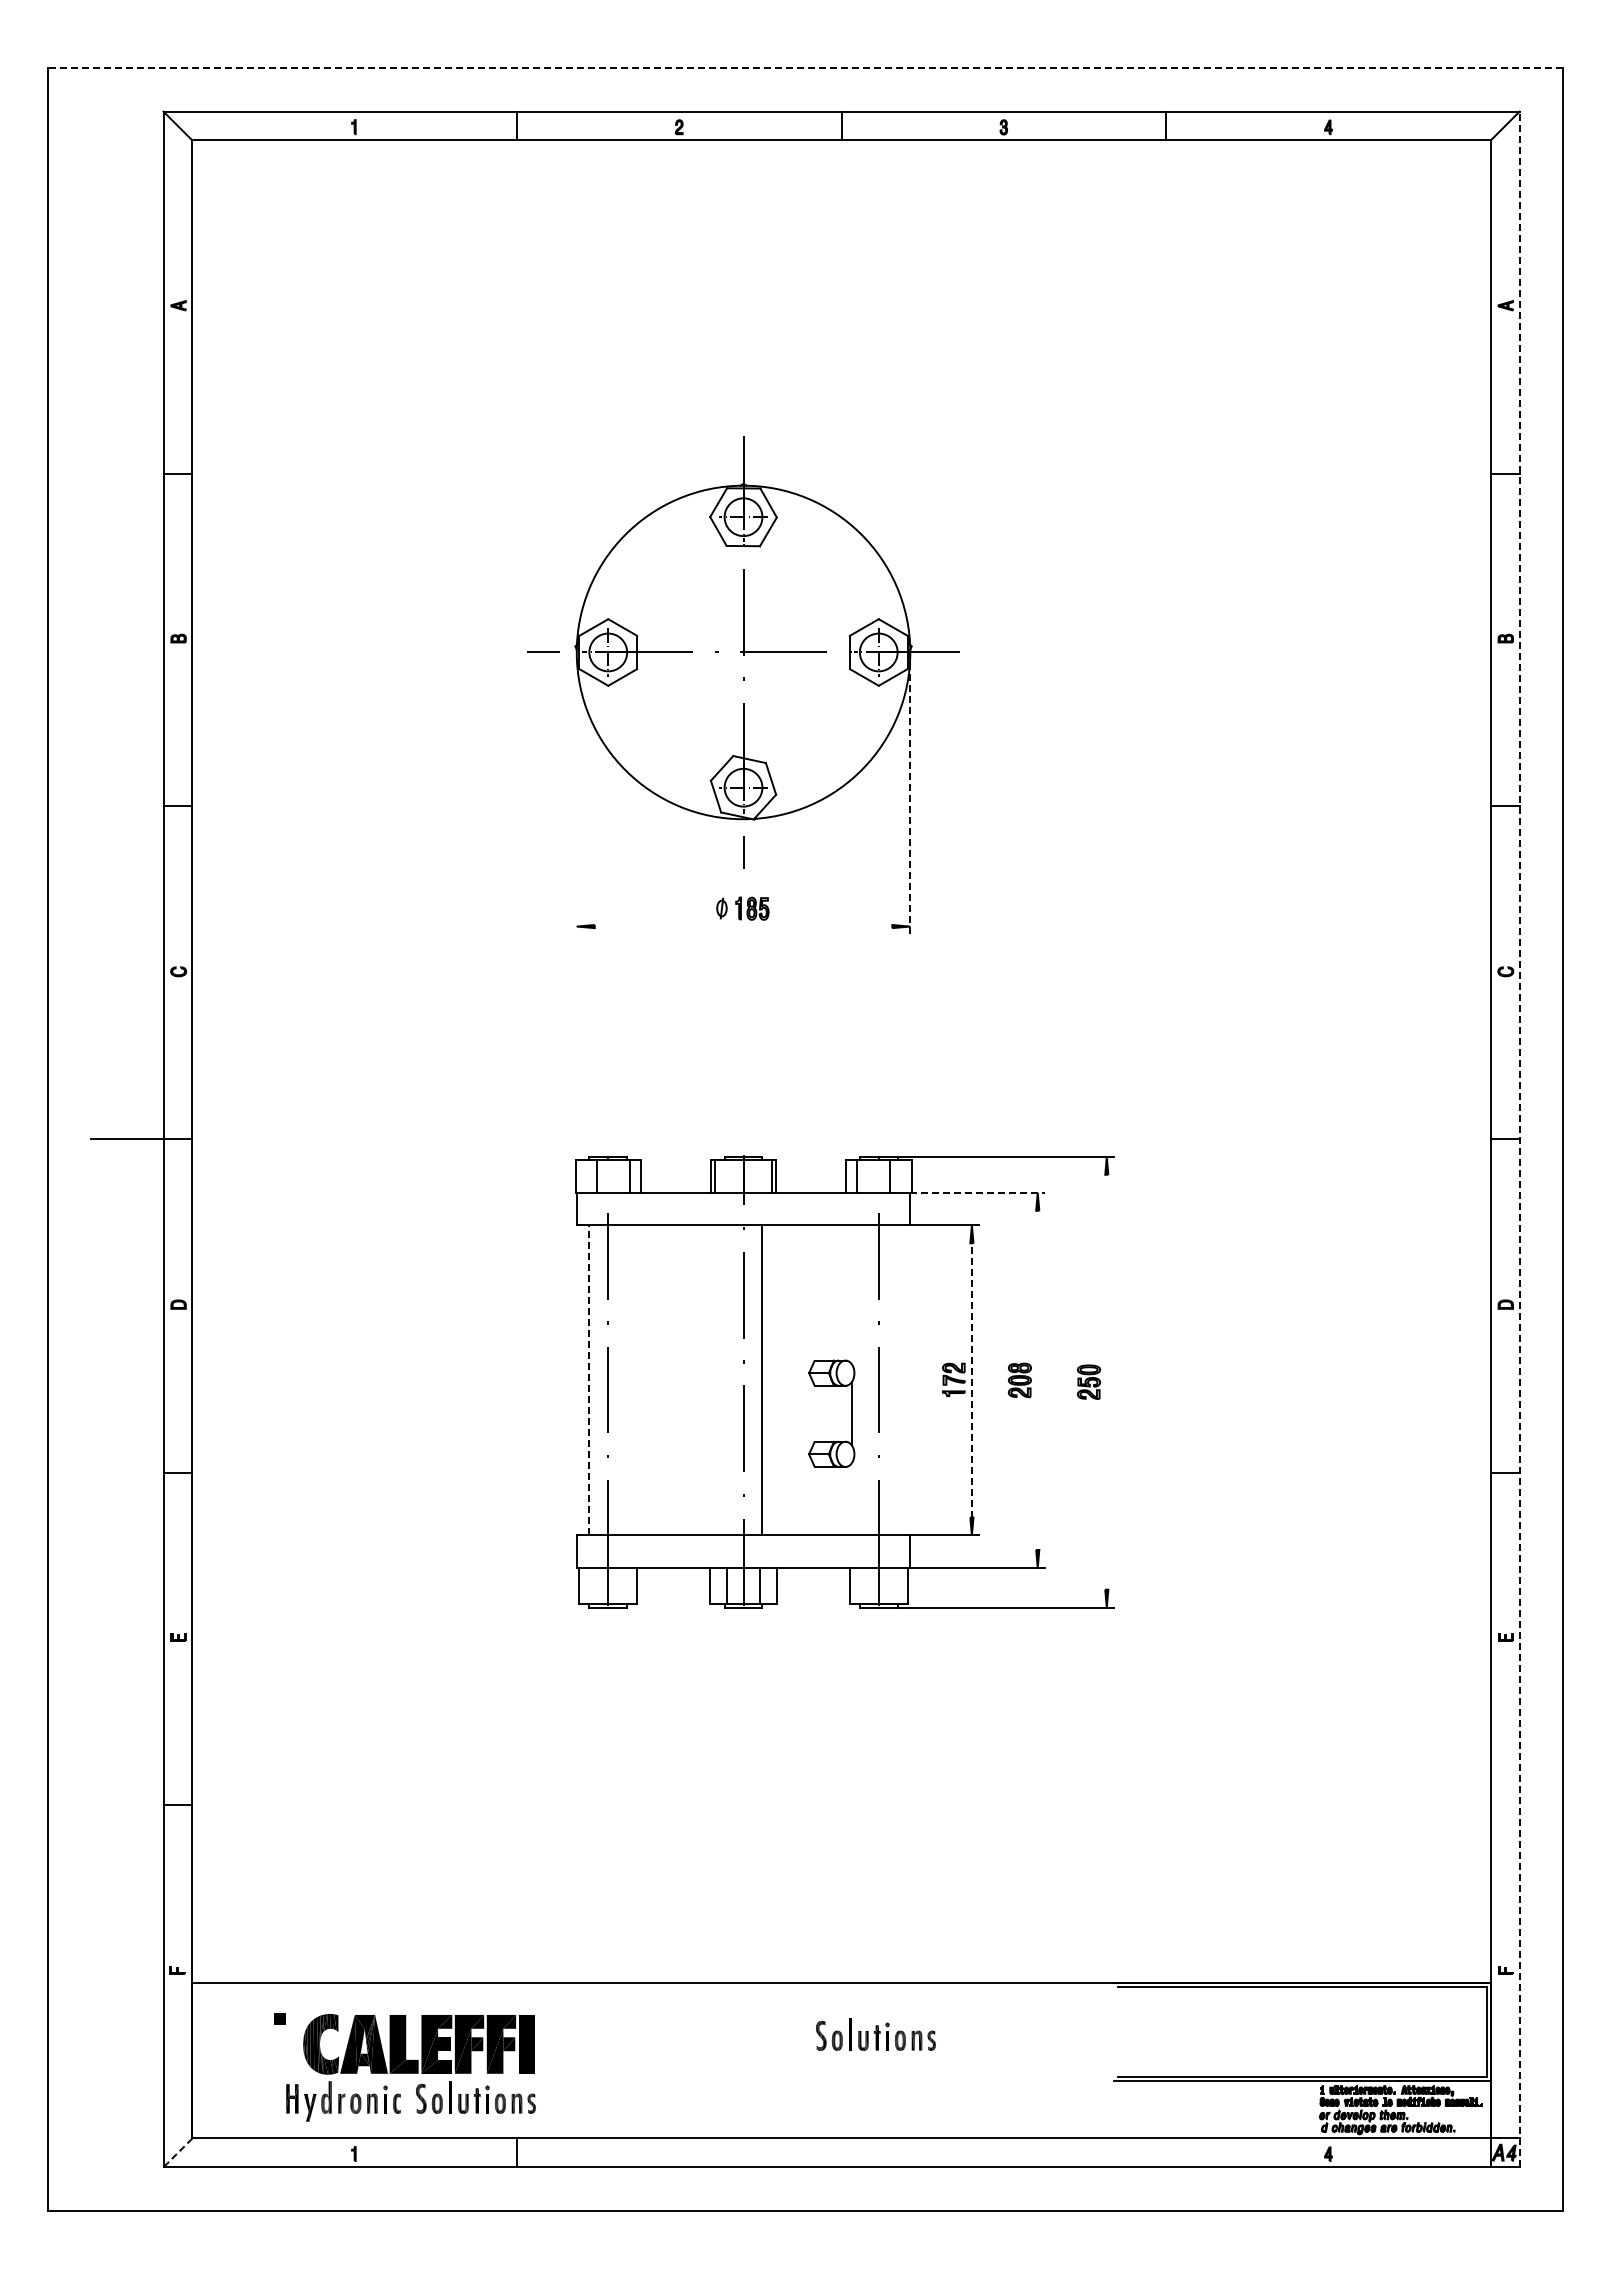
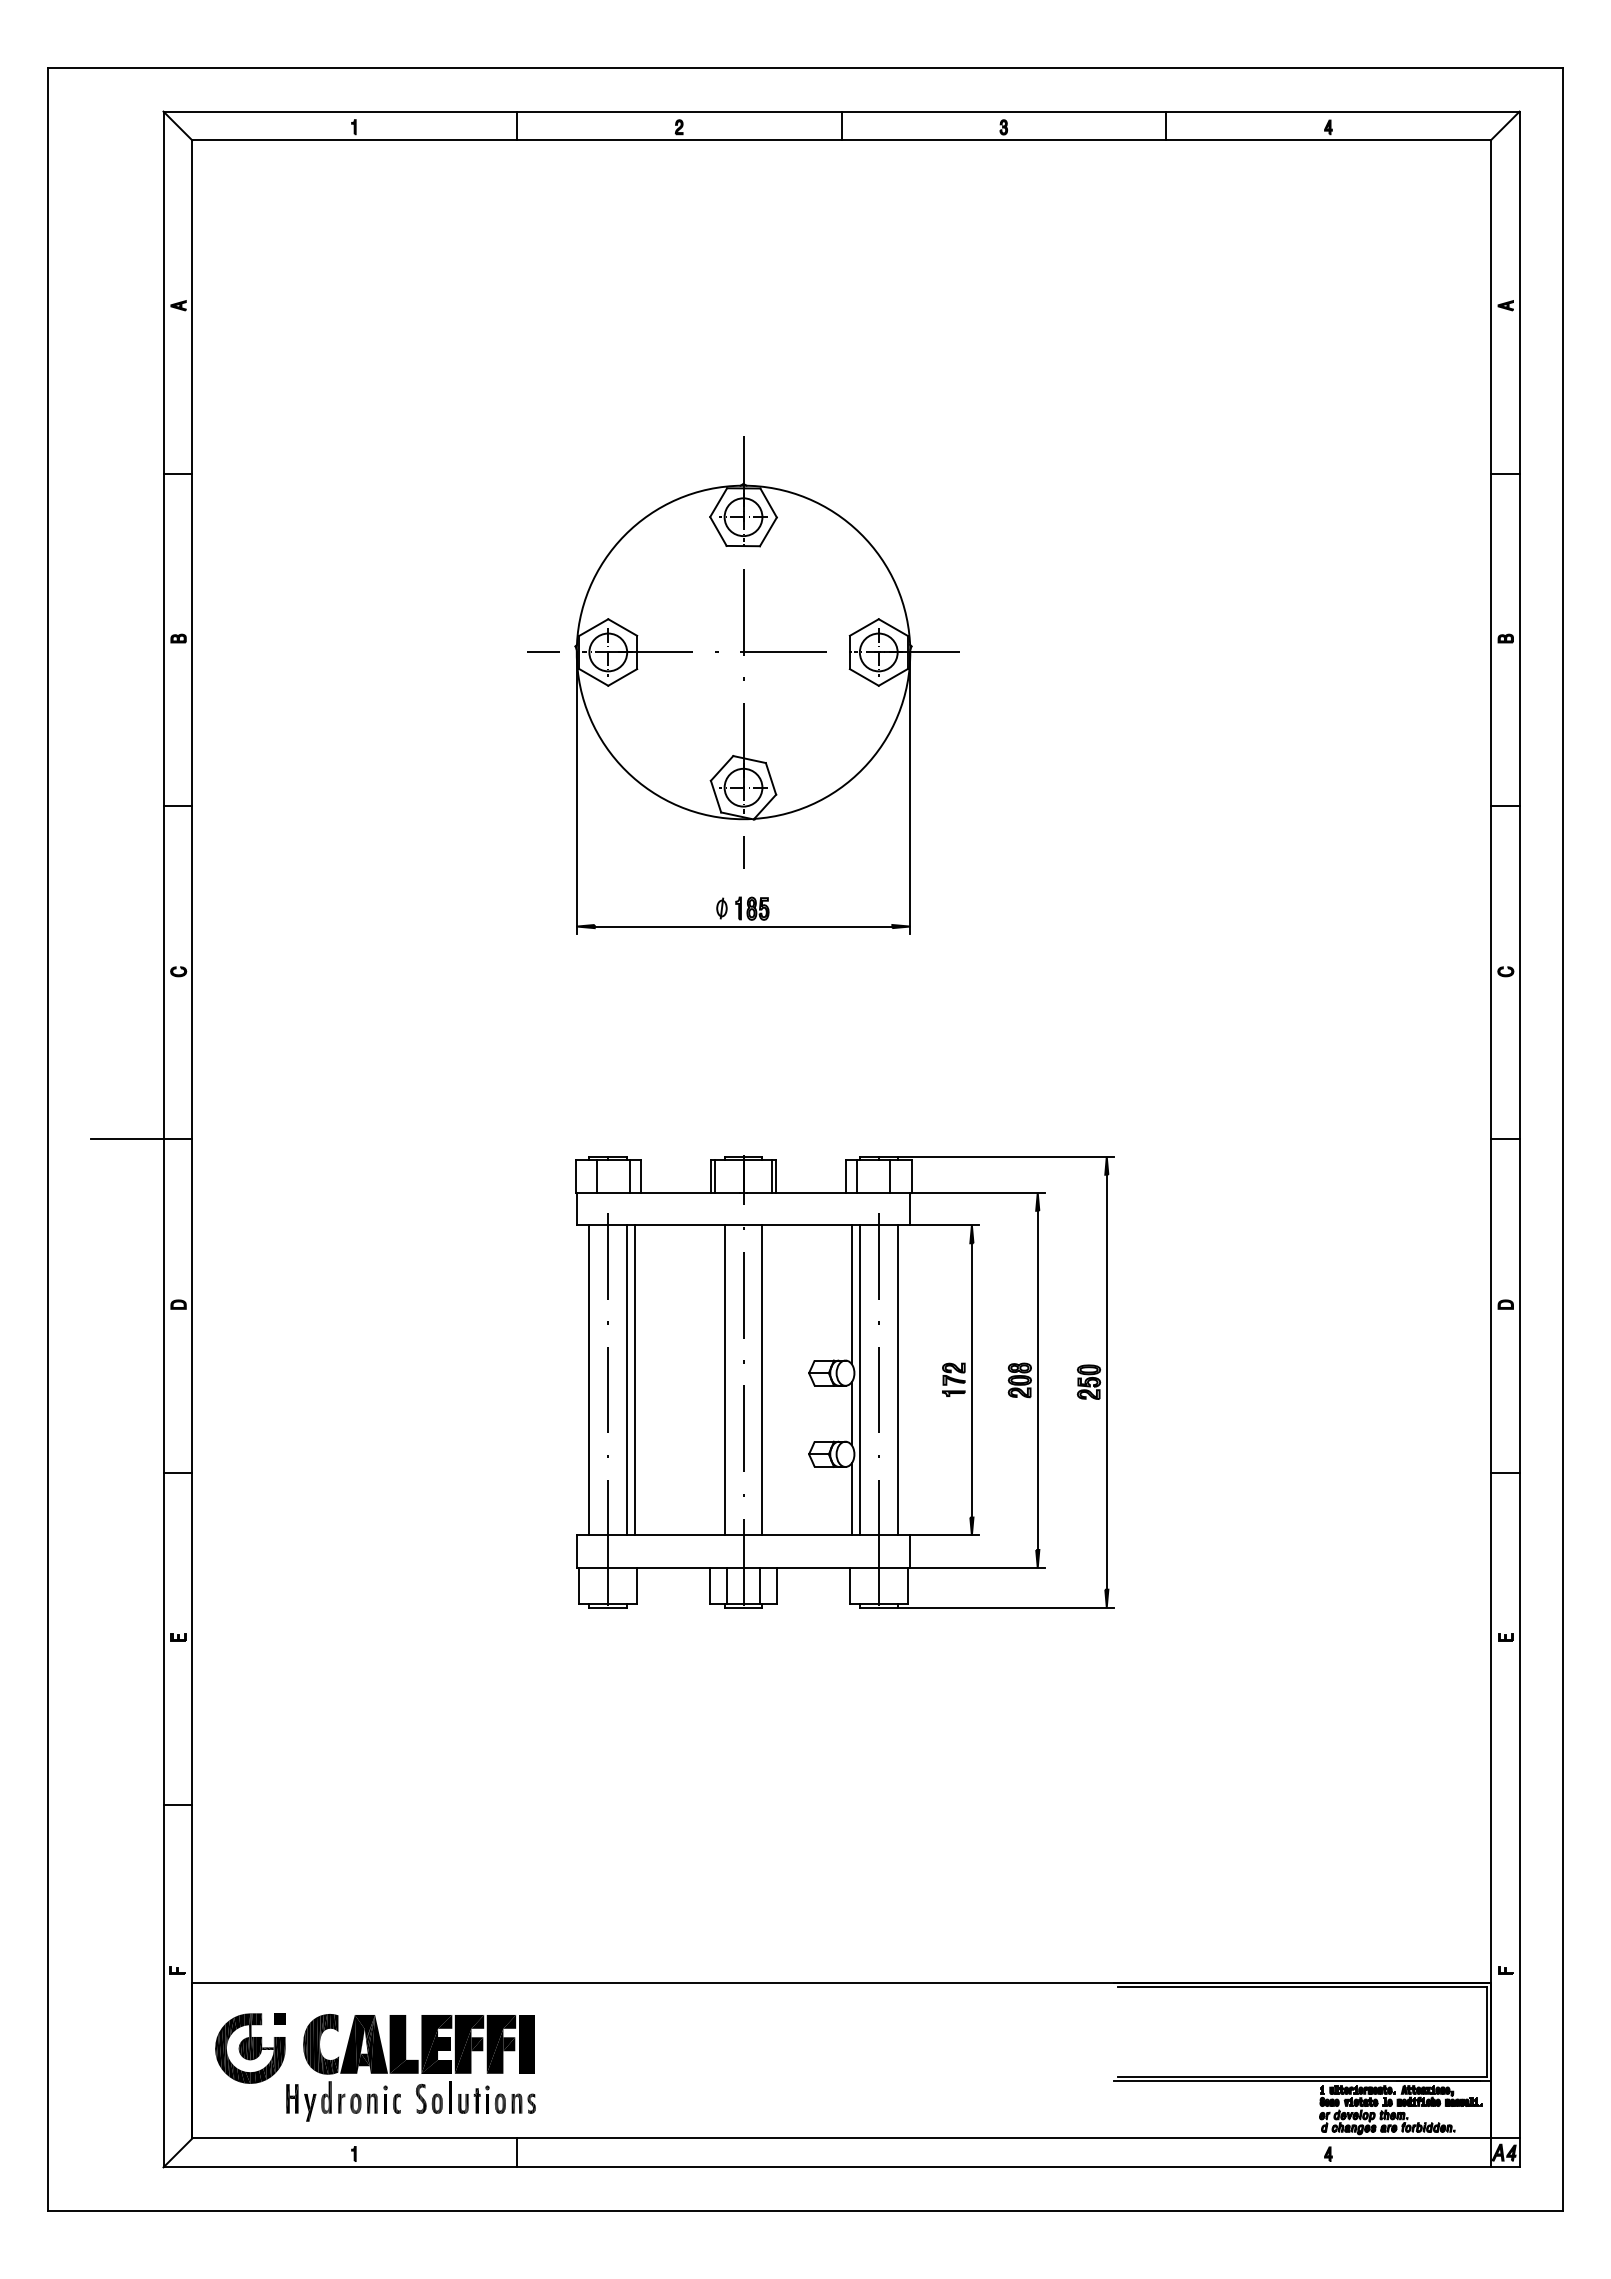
line at (805, 68): dashed -> solid
line at (576, 792): none -> present
line at (910, 793): dashed -> solid
line at (743, 926): none -> present
line at (1519, 1139): dashed -> solid
line at (978, 1192): dashed -> solid
line at (851, 1294): none -> present
line at (589, 1379): dashed -> solid
line at (971, 1379): dashed -> solid
line at (1037, 1379): none -> present
line at (627, 1380): none -> present
line at (635, 1380): none -> present
line at (724, 1380): none -> present
line at (859, 1380): none -> present
line at (897, 1380): none -> present
line at (1106, 1381): none -> present
line at (851, 1499): none -> present
part at (875, 2034): present -> none
part at (250, 2048): none -> present
line at (177, 2153): dashed -> solid
